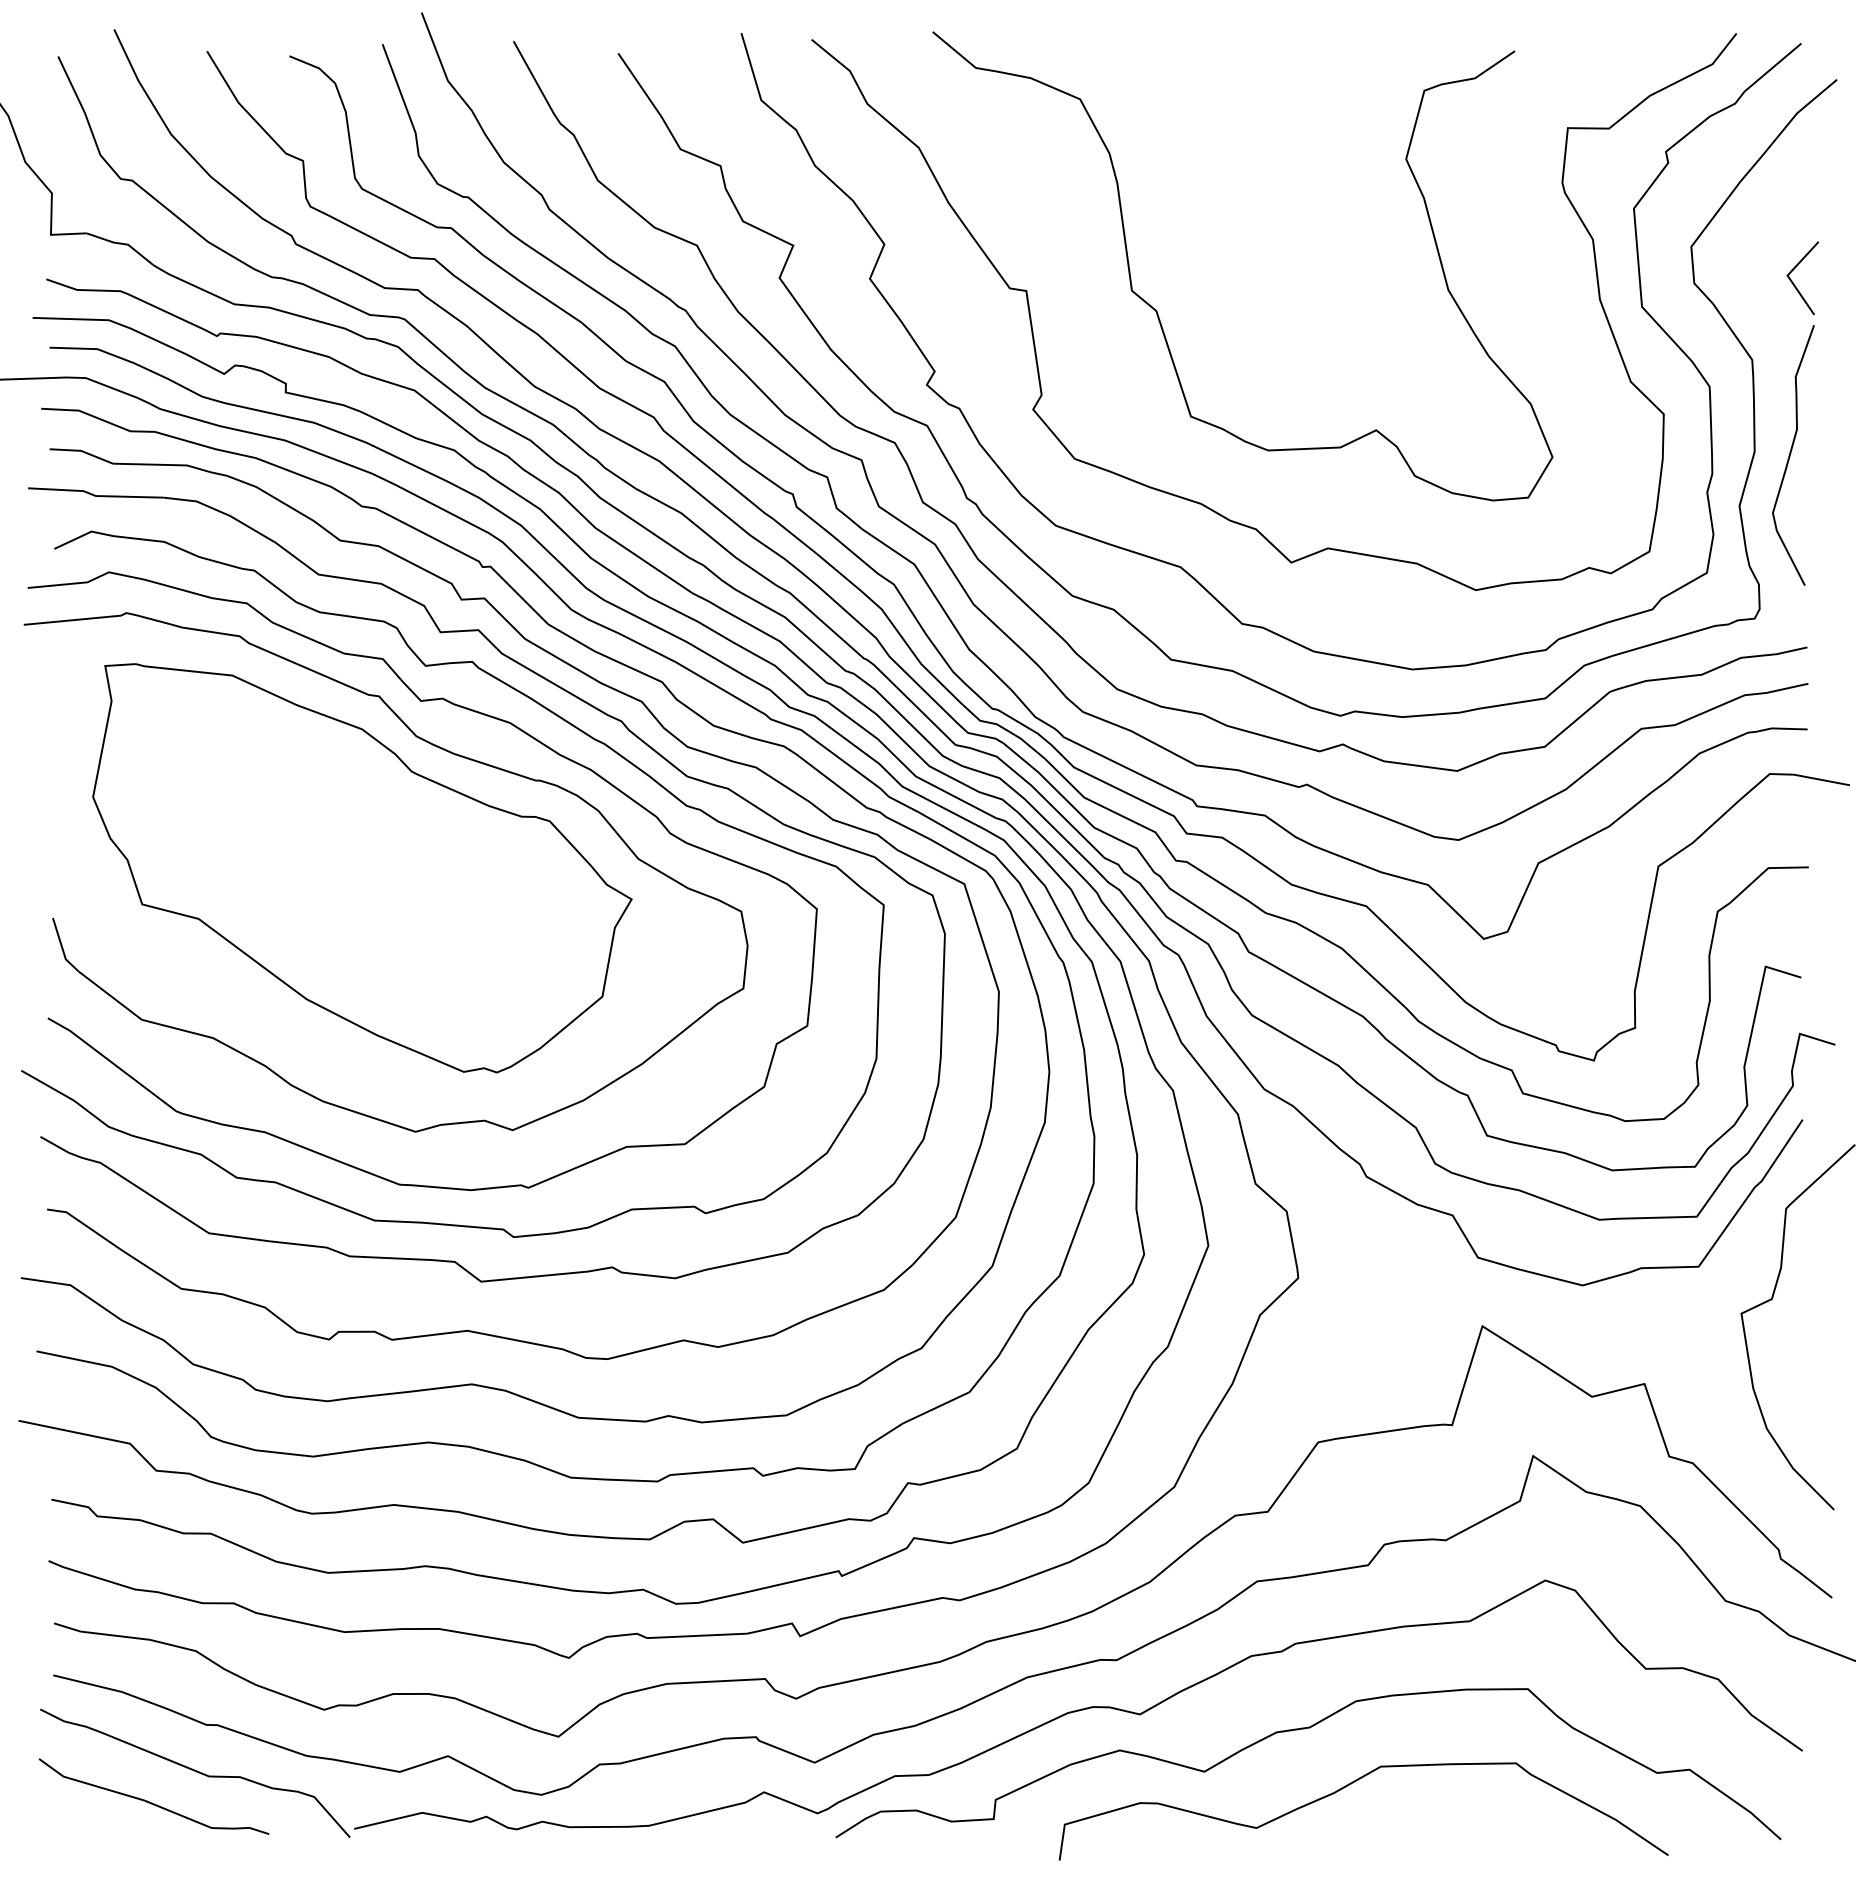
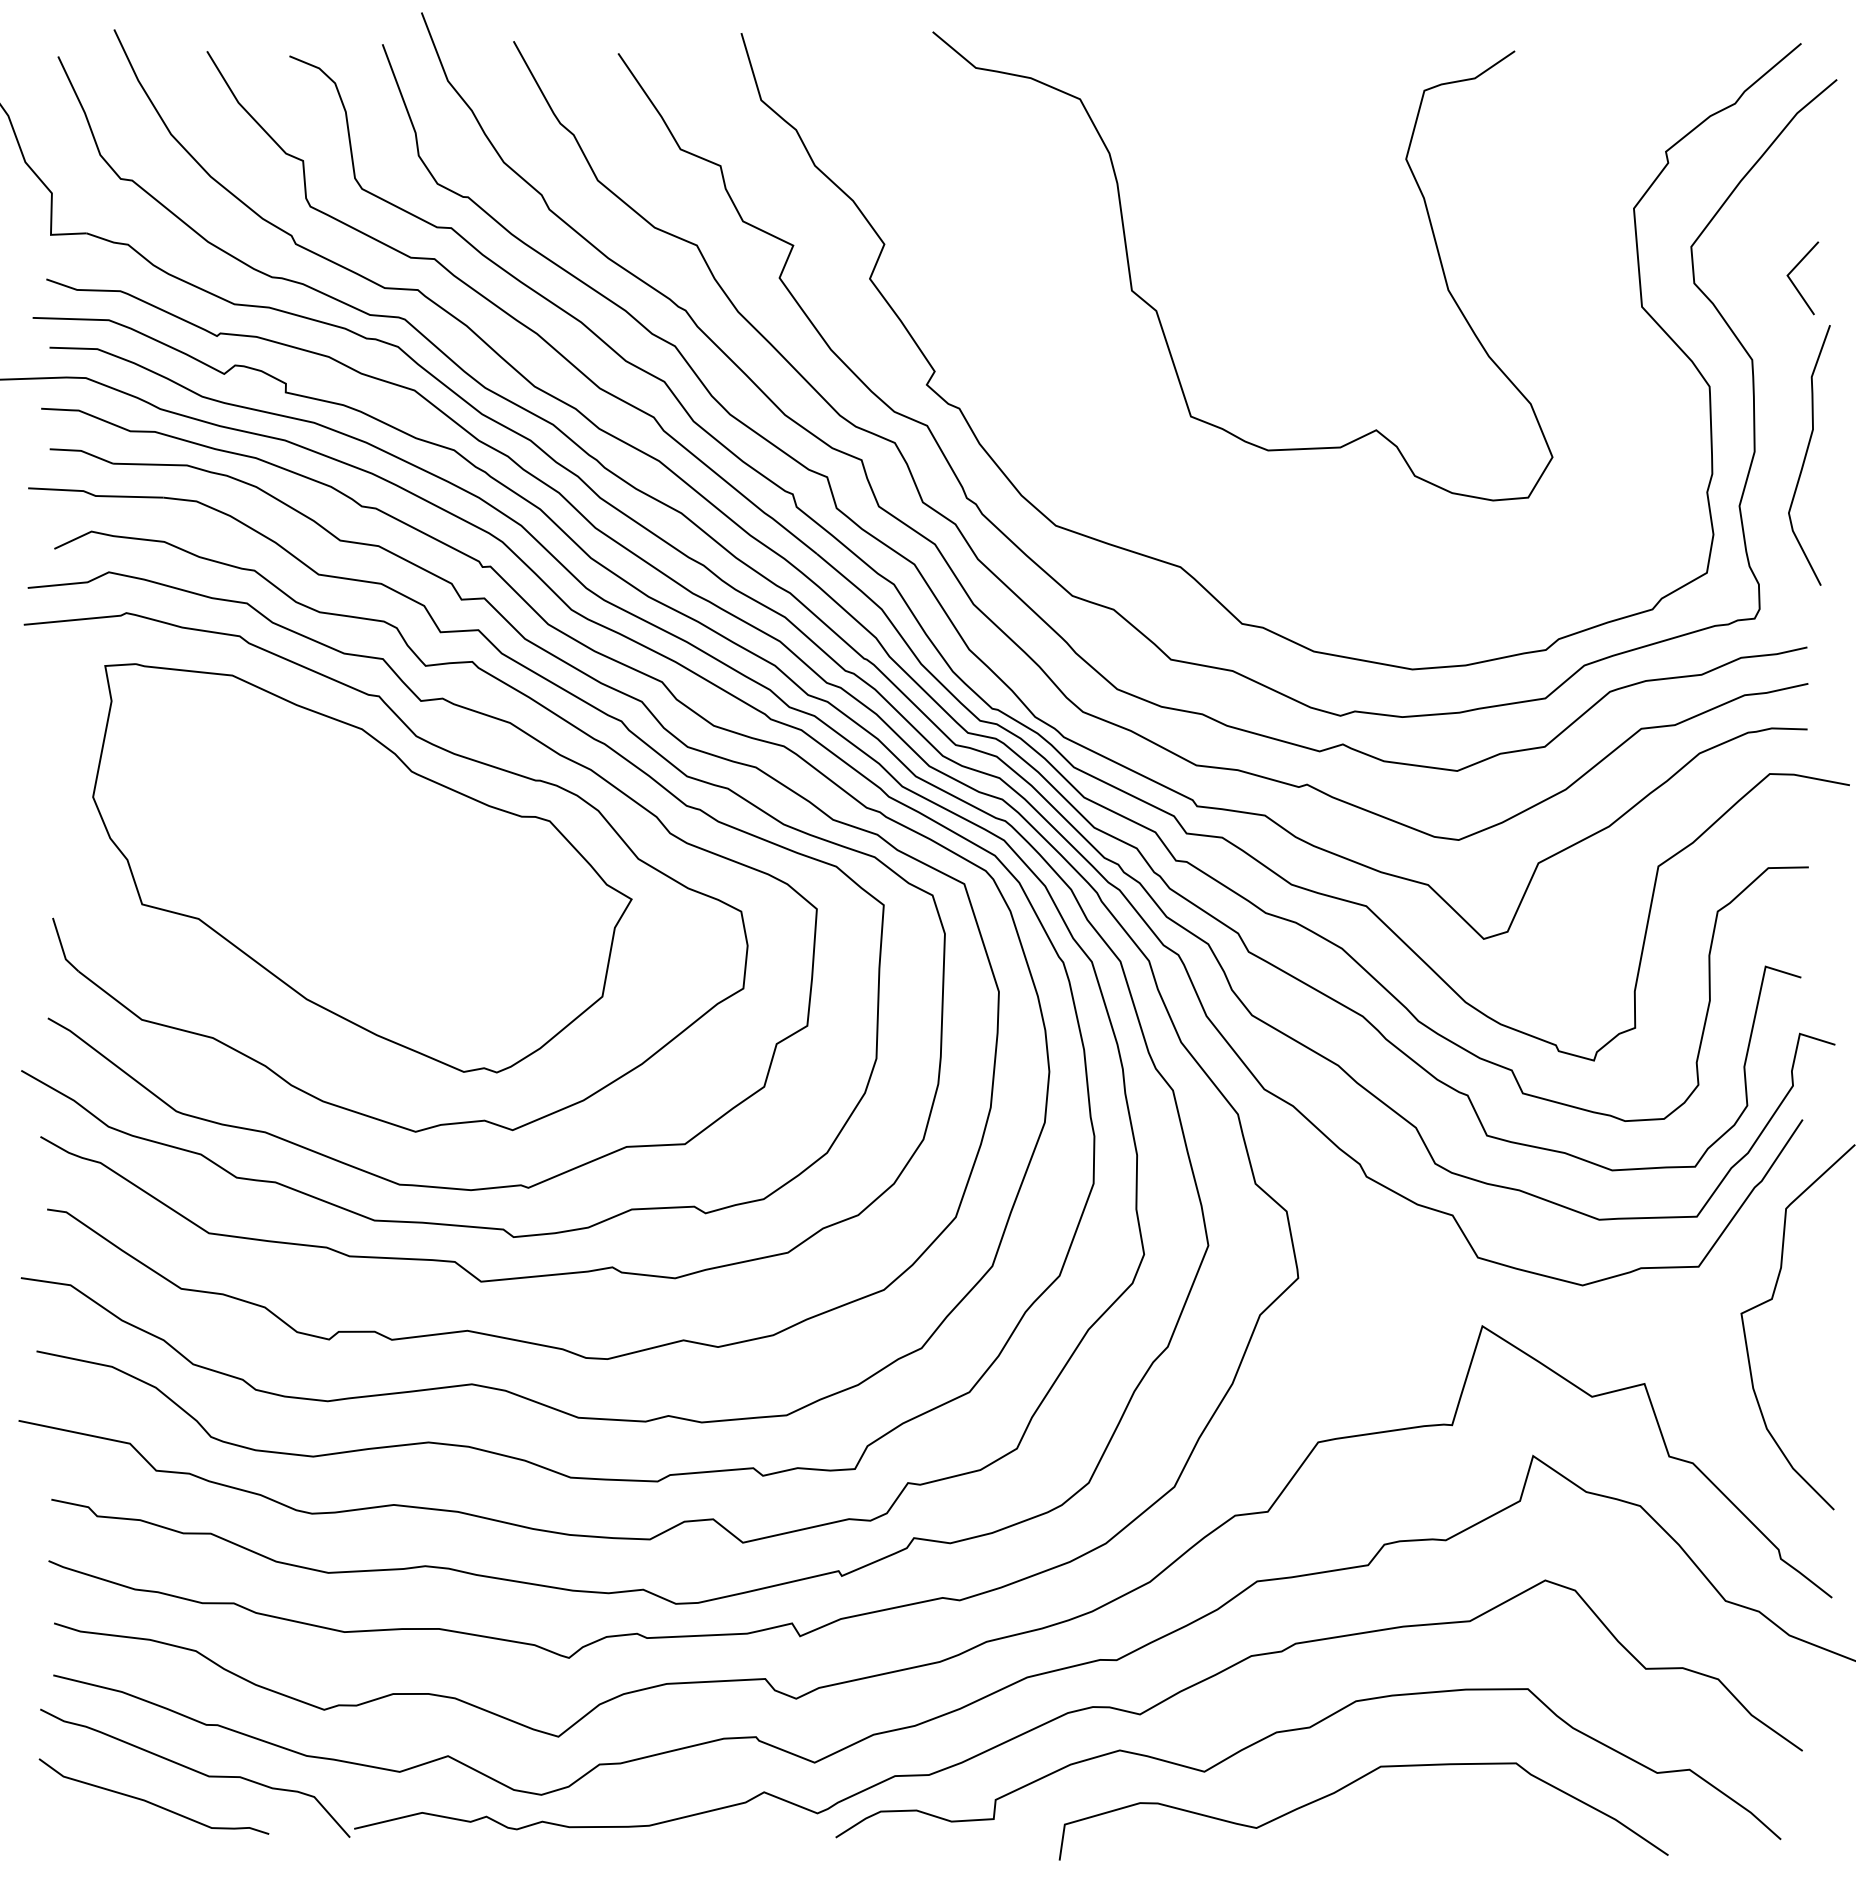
curve at (1791, 453) position: (1791, 453) -> (1807, 453)
curve at (1200, 502): present -> none
